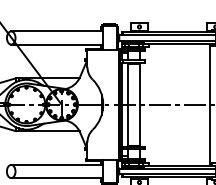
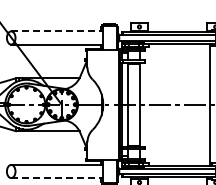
line at (57, 31): solid -> dashed
line at (57, 178): solid -> dashed
